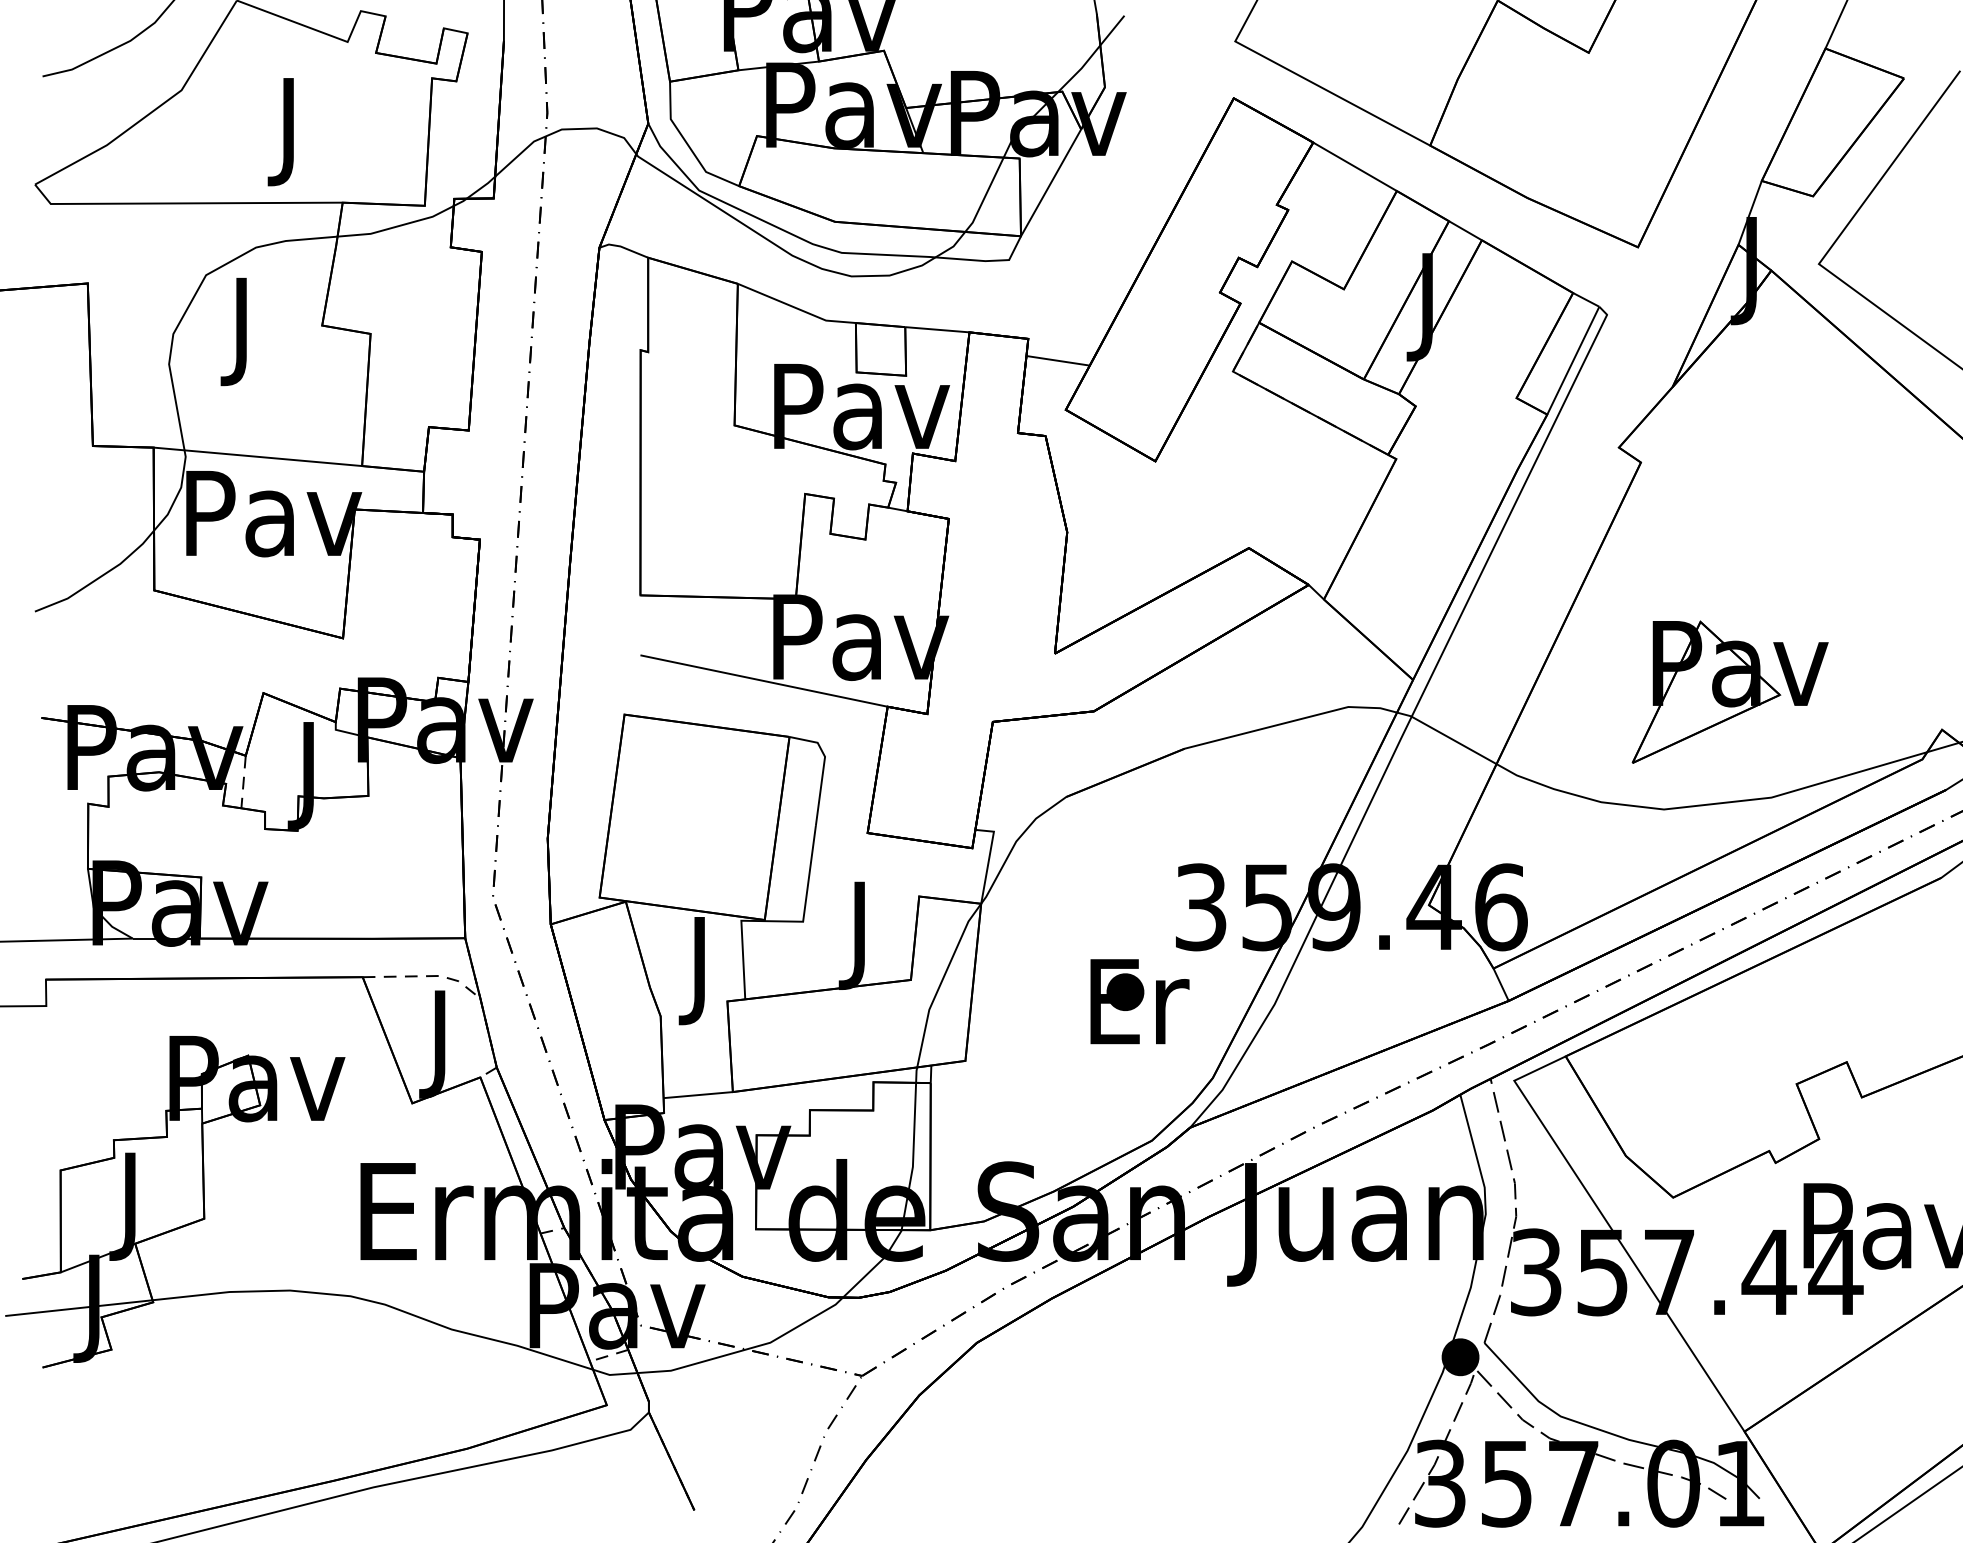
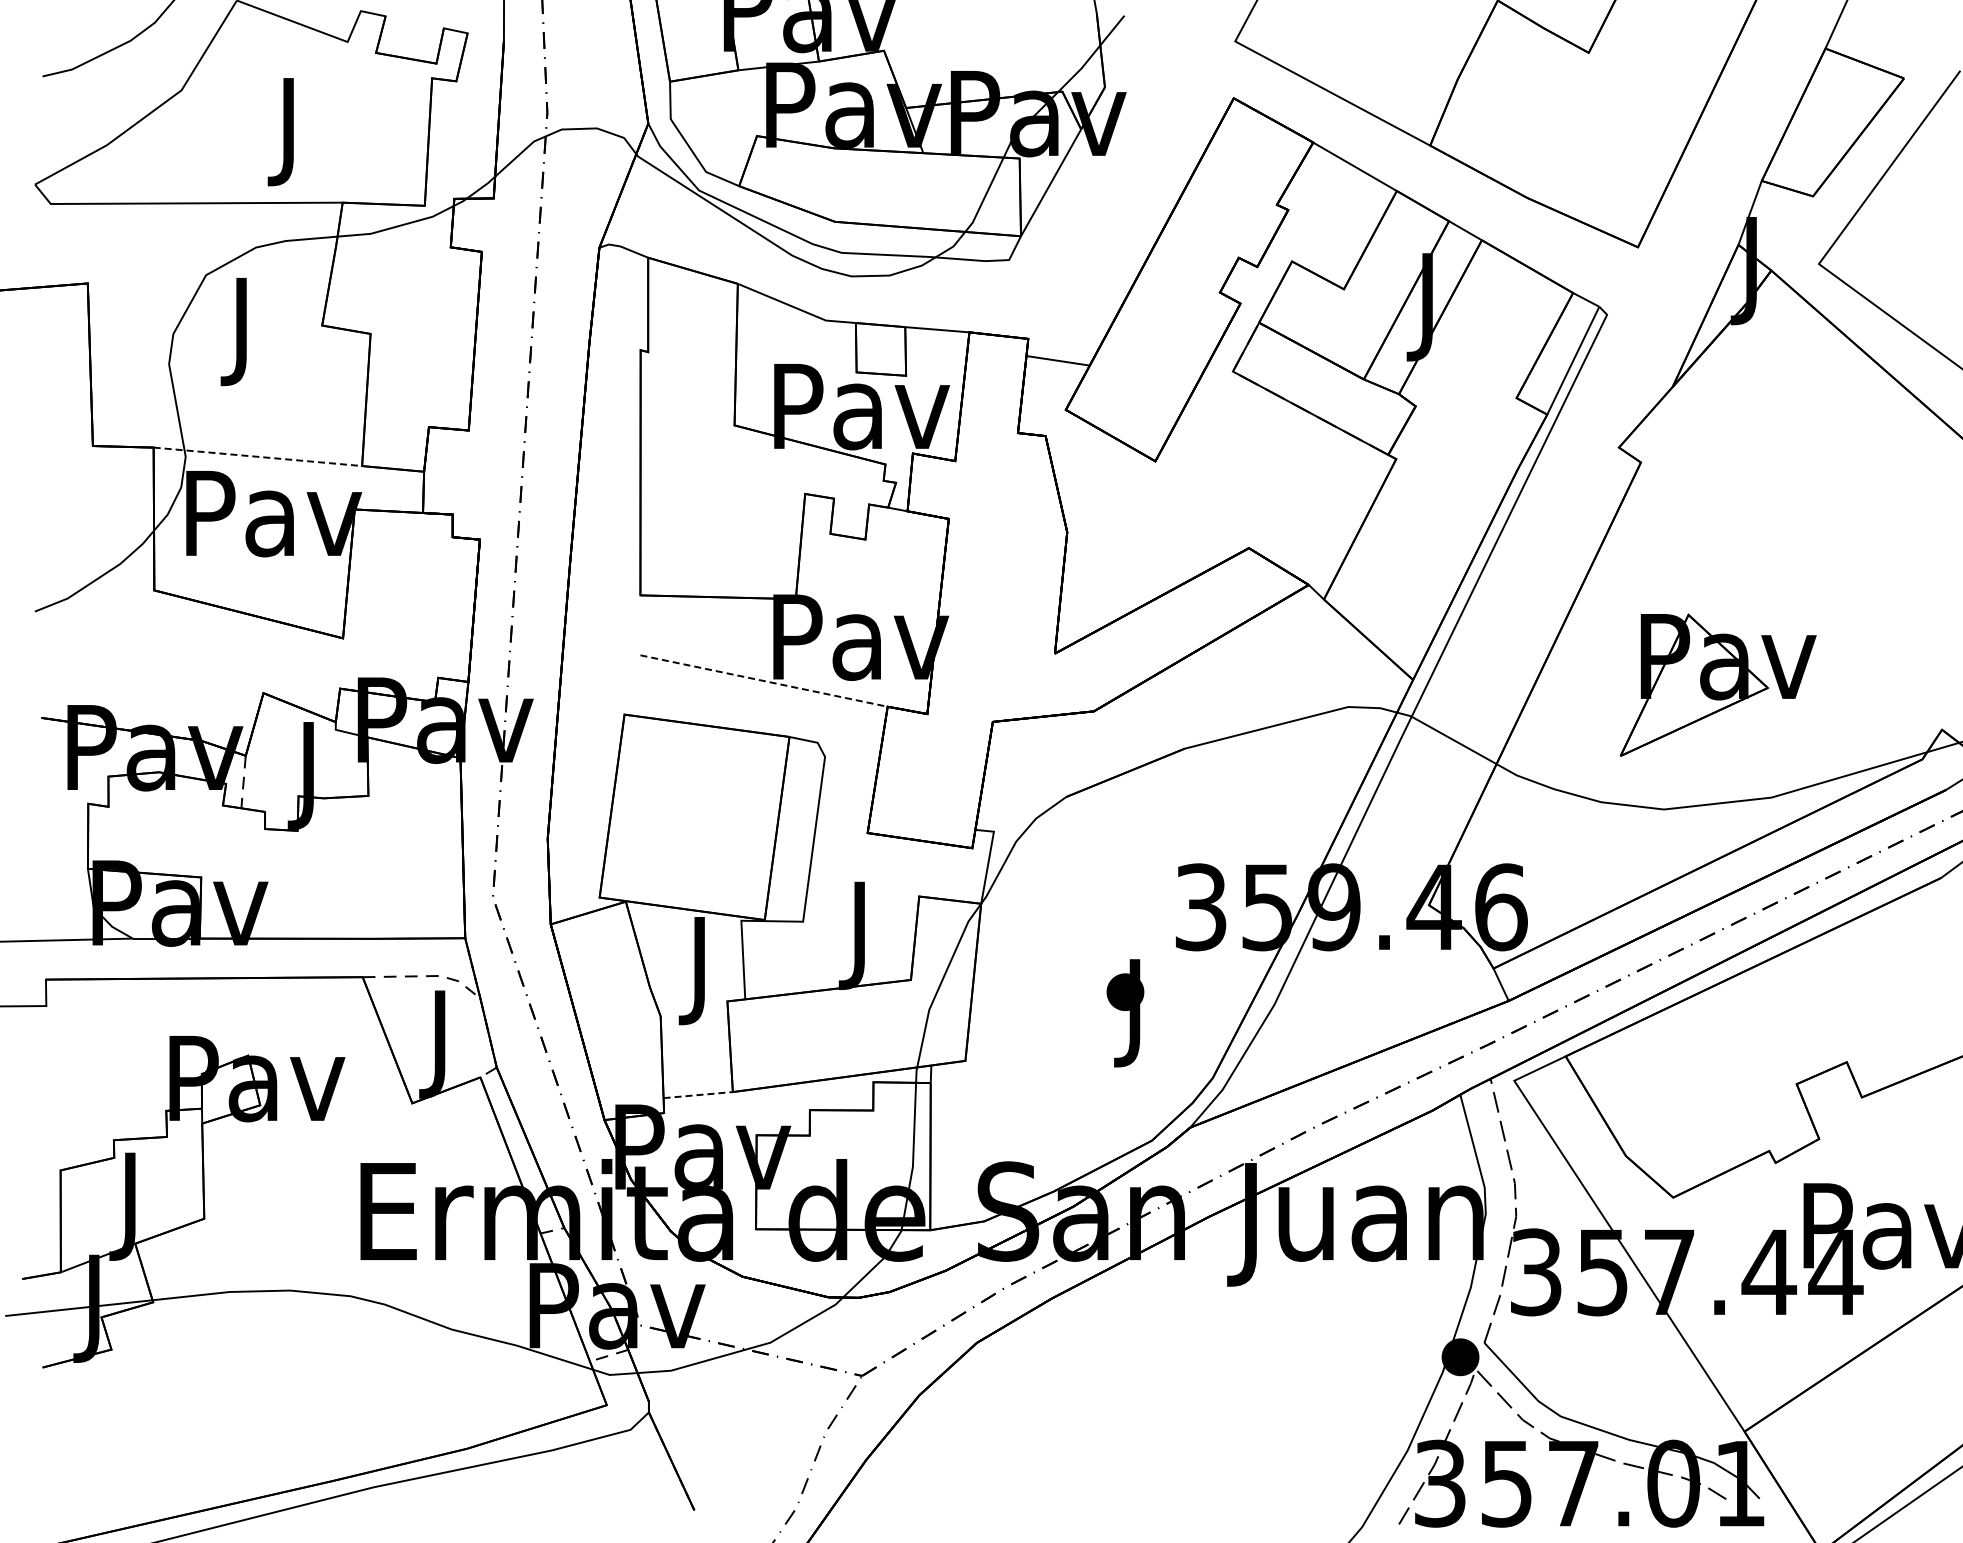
line at (257, 456): solid -> dashed
line at (764, 681): solid -> dashed
part at (1729, 691) position: (1729, 691) -> (1717, 684)
text at (1139, 1013): Er -> J
line at (698, 1095): solid -> dashed
